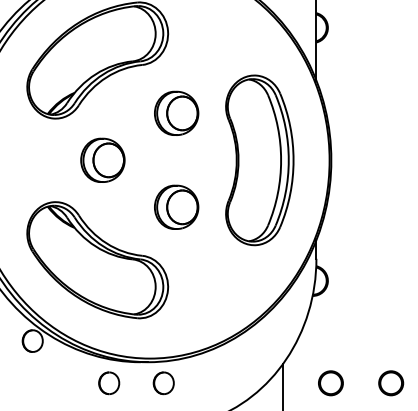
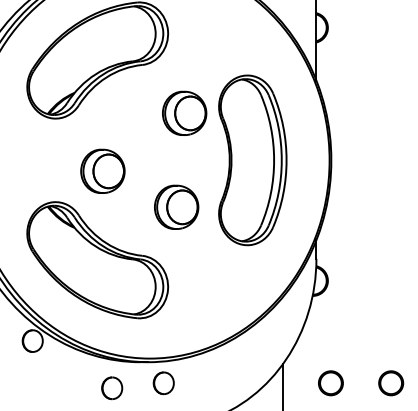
part at (176, 112) position: (176, 112) -> (184, 112)
part at (102, 159) position: (102, 159) -> (102, 170)
part at (259, 160) position: (259, 160) -> (252, 160)
part at (109, 383) position: (109, 383) -> (112, 388)
